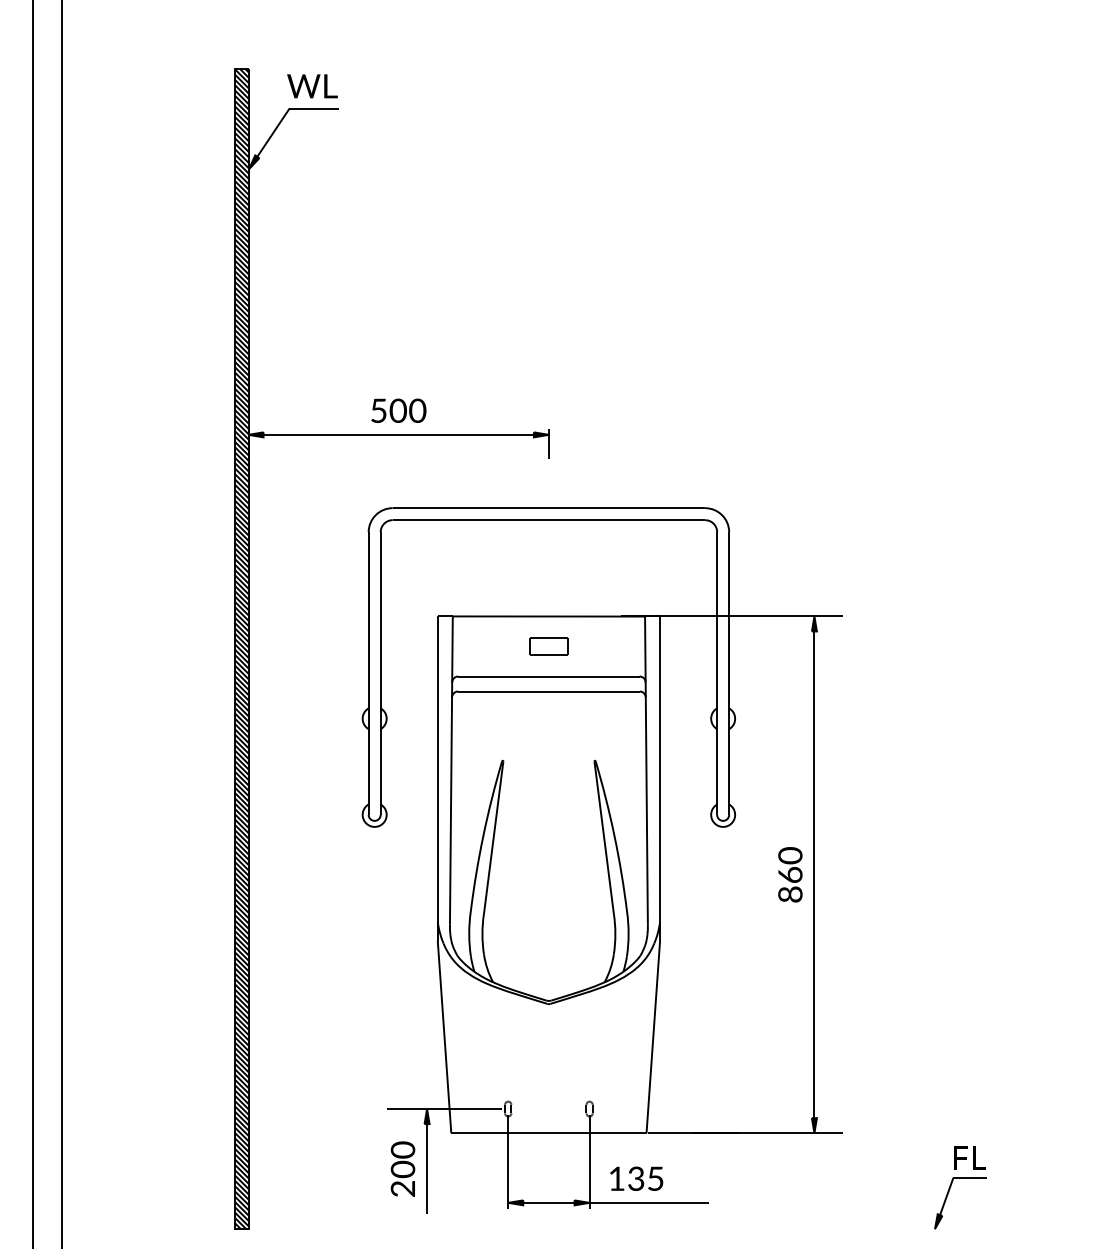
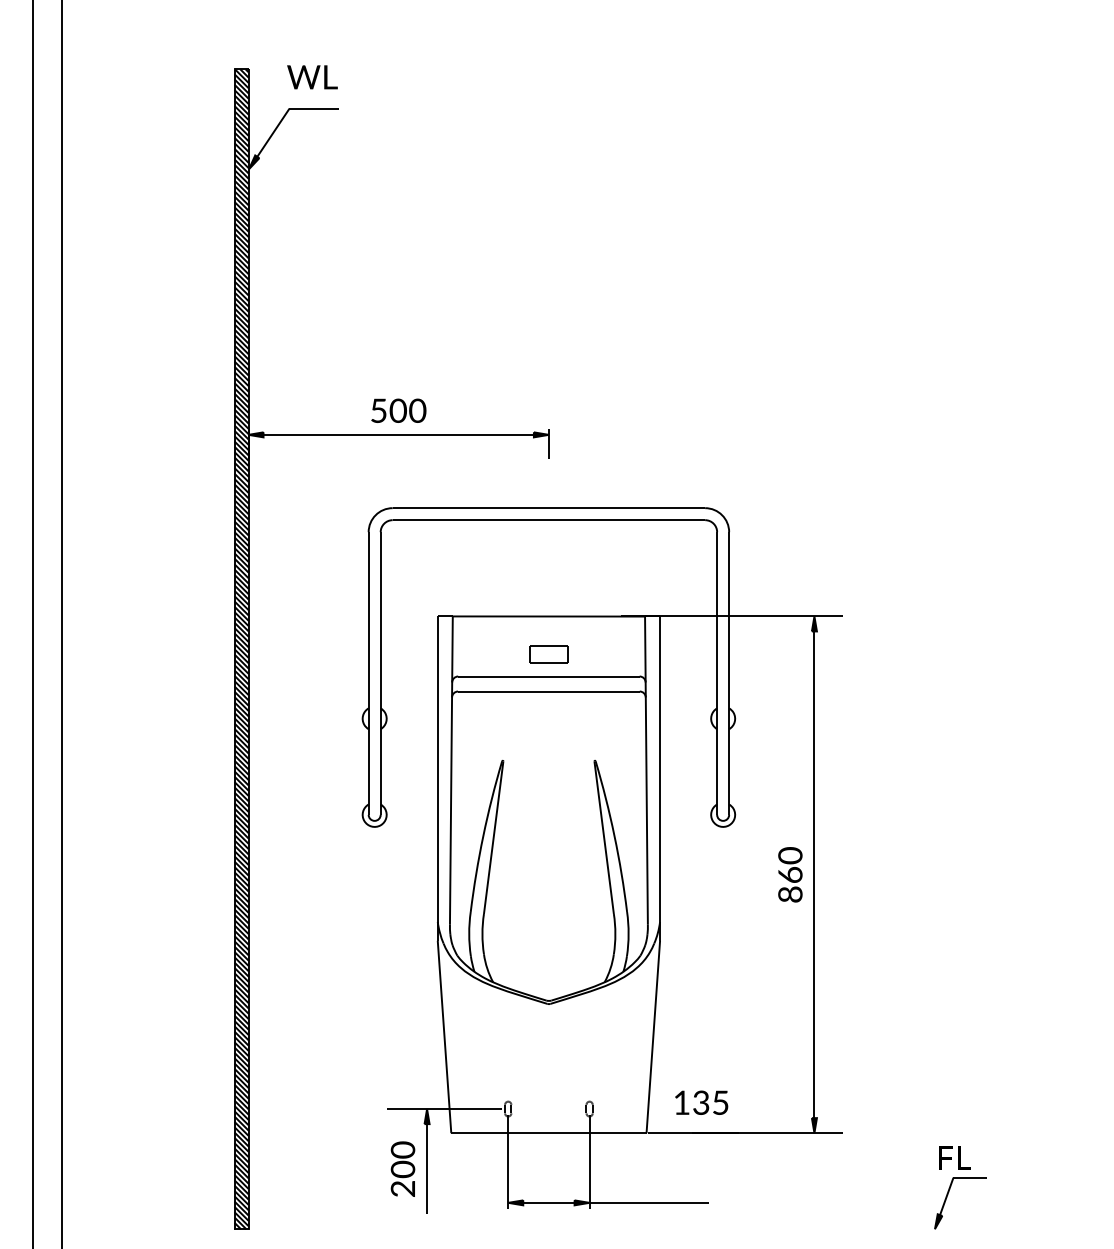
text at (312, 86) position: (312, 86) -> (312, 77)
part at (548, 646) position: (548, 646) -> (548, 654)
text at (969, 1157) position: (969, 1157) -> (954, 1157)
text at (636, 1178) position: (636, 1178) -> (701, 1102)
